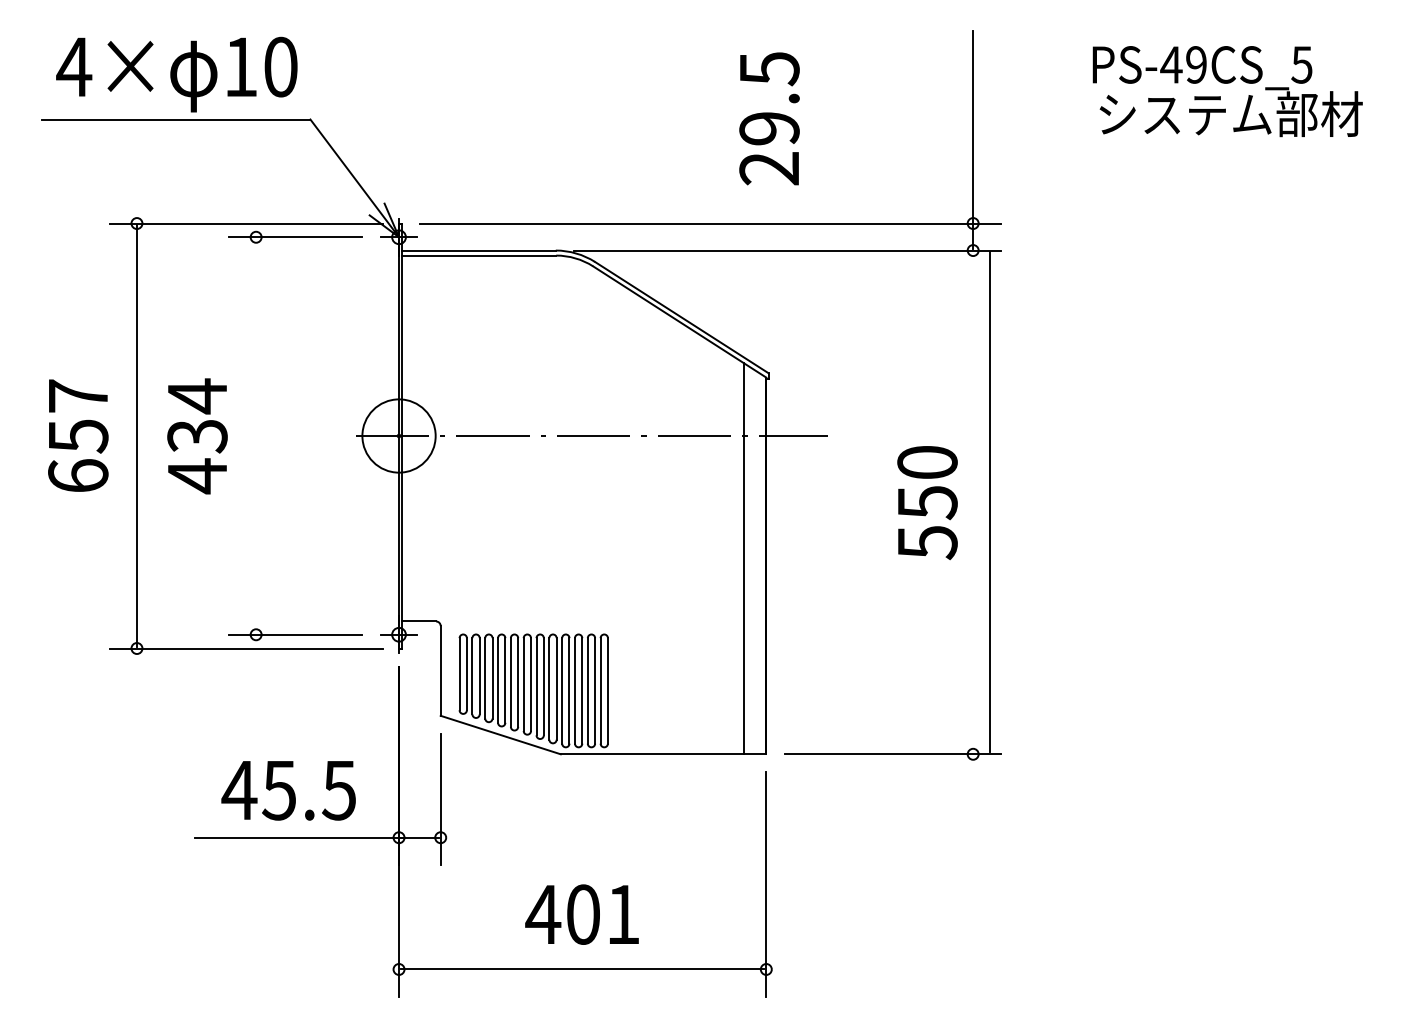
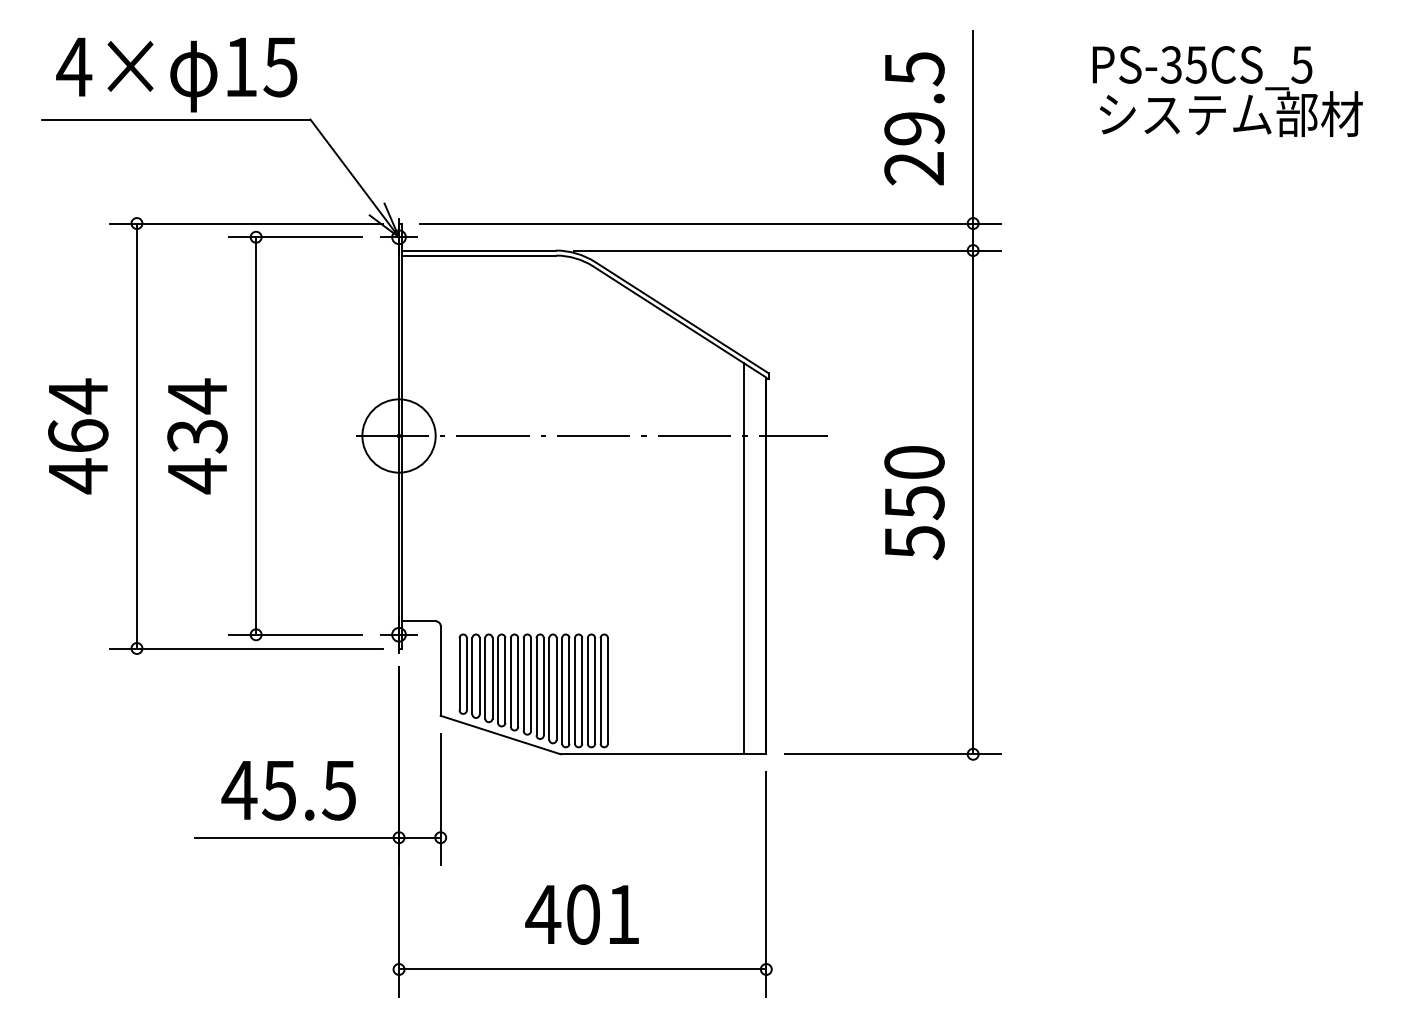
text at (1183, 64): PS-49CS_5 -> PS-35CS_5
text at (280, 66): 10 -> 15
text at (769, 118) position: (769, 118) -> (914, 118)
line at (256, 435): none -> present
text at (78, 436): 657 -> 464
line at (990, 502) position: (990, 502) -> (973, 502)
text at (927, 503) position: (927, 503) -> (914, 503)
